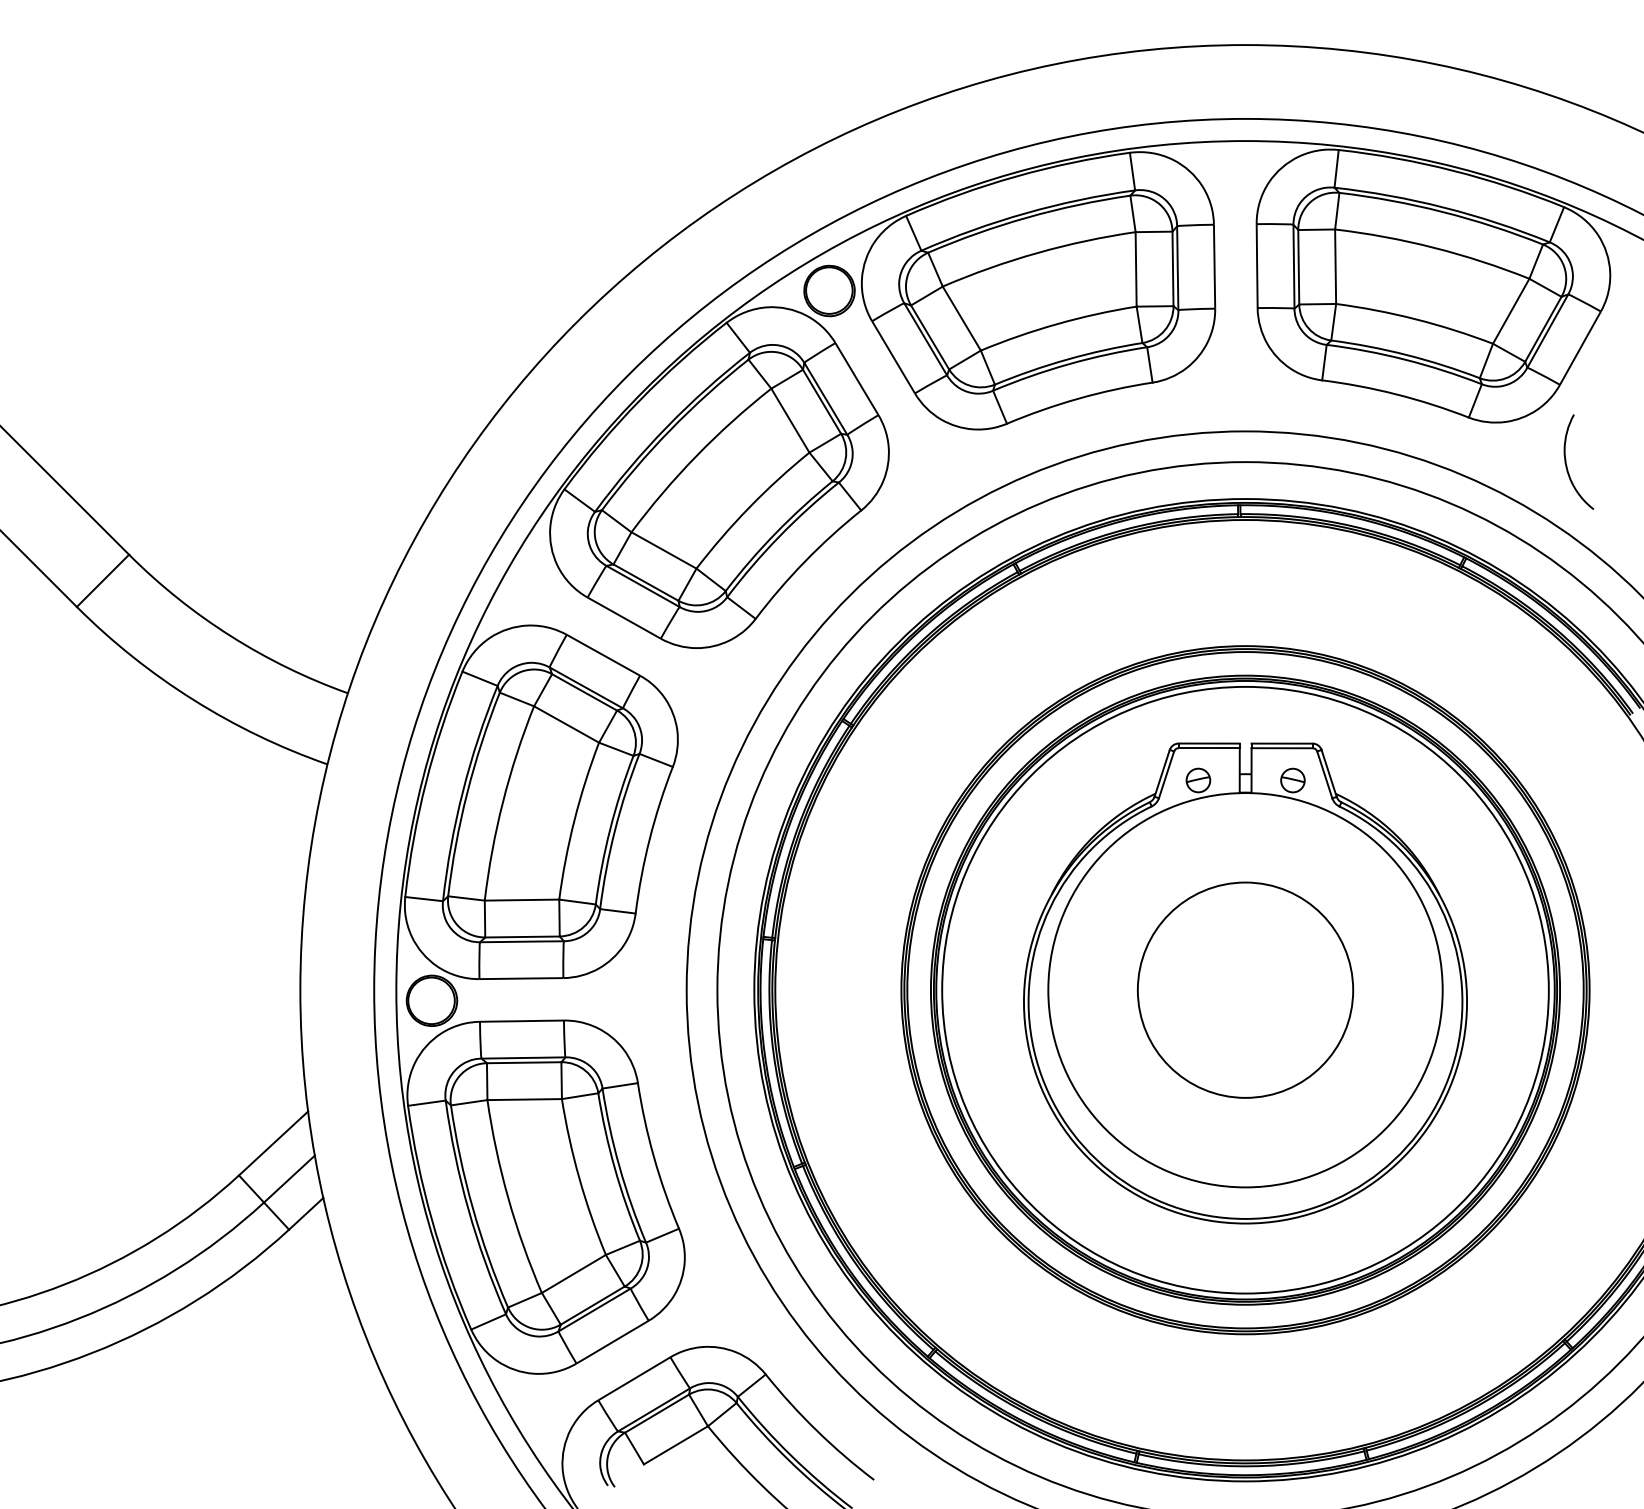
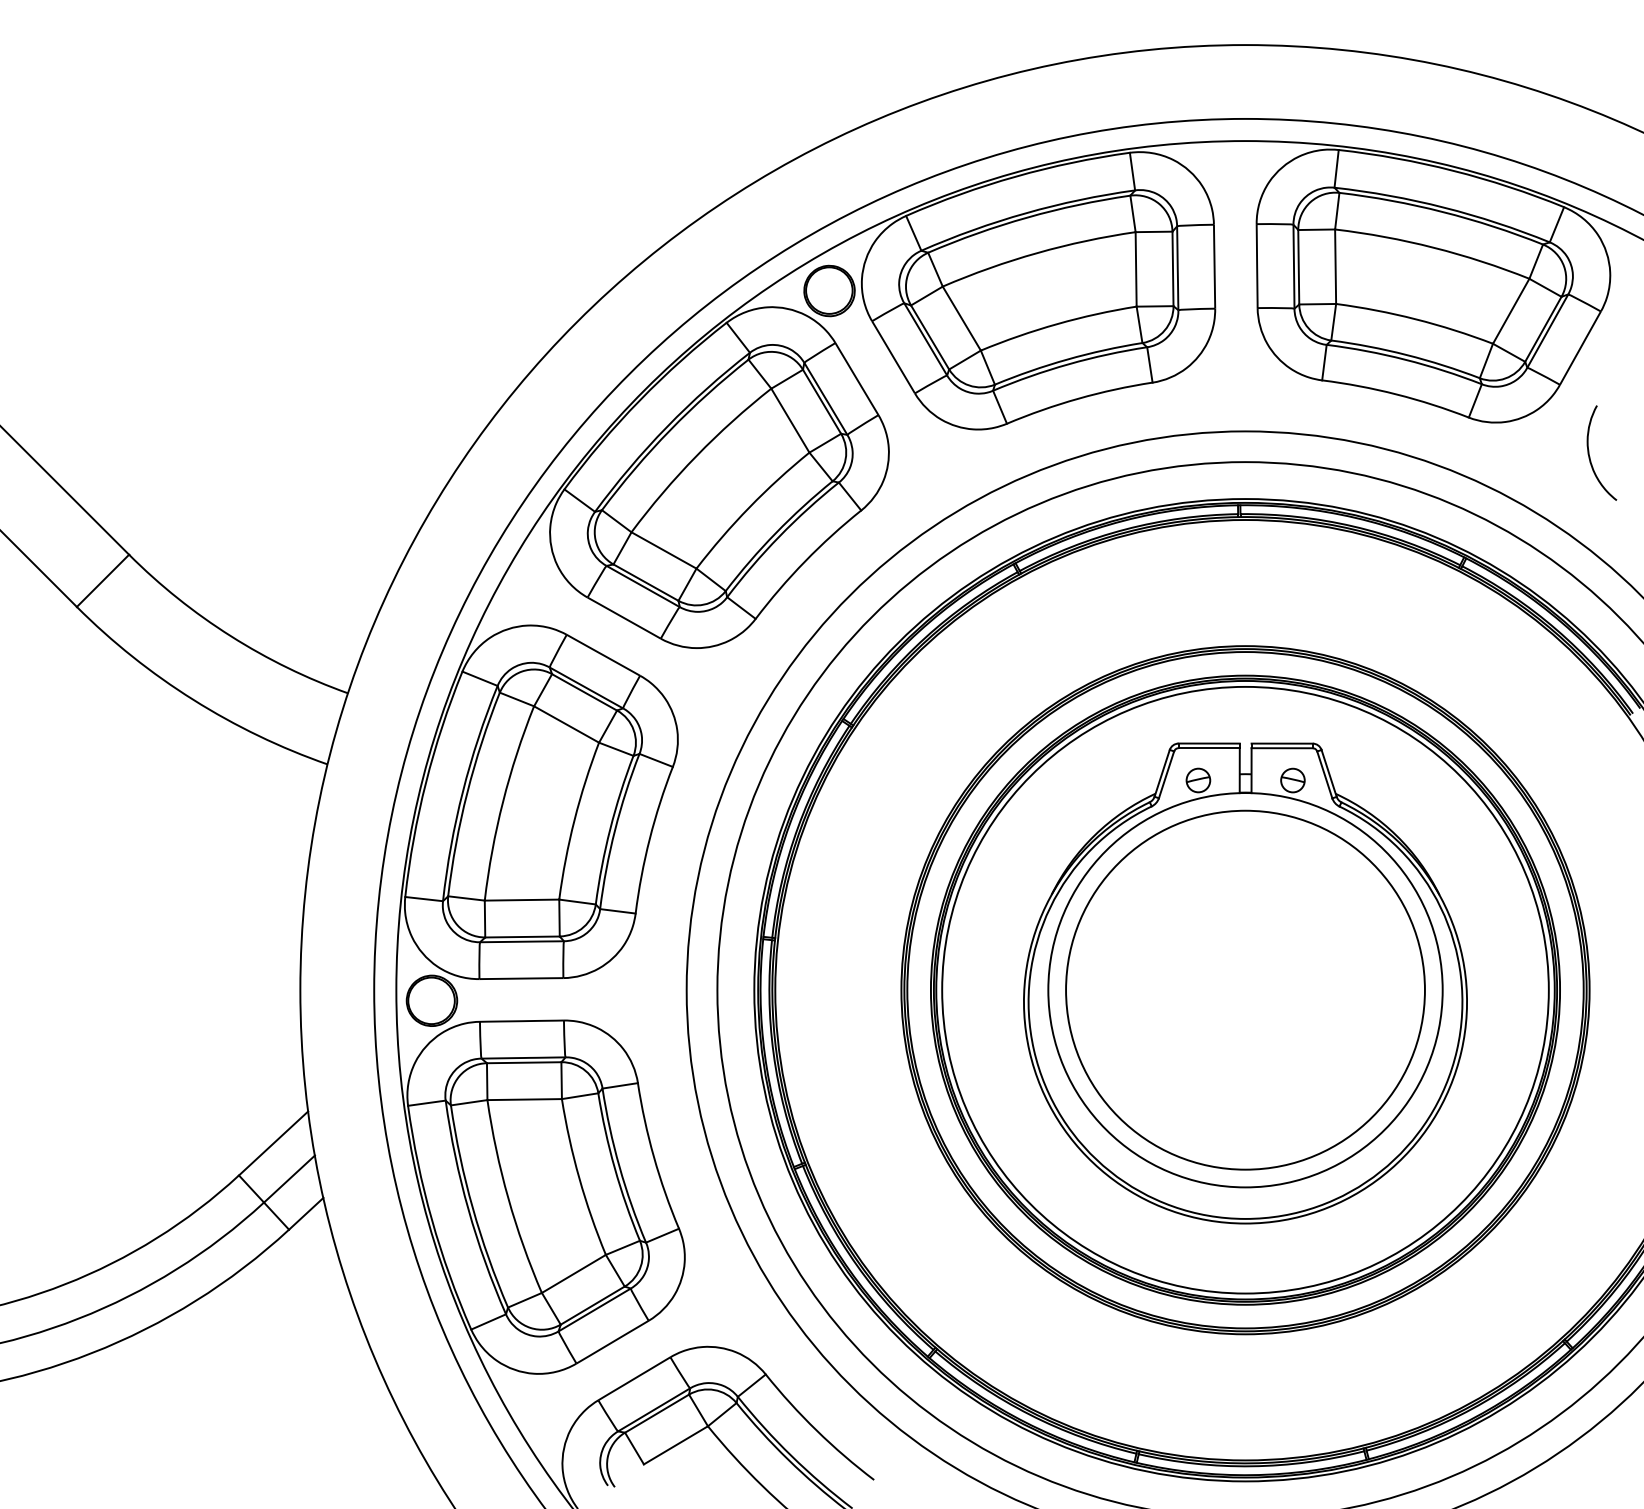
curve at (1567, 465) position: (1567, 465) -> (1590, 456)
circle at (1245, 989) diameter: 215 px -> 359 px
